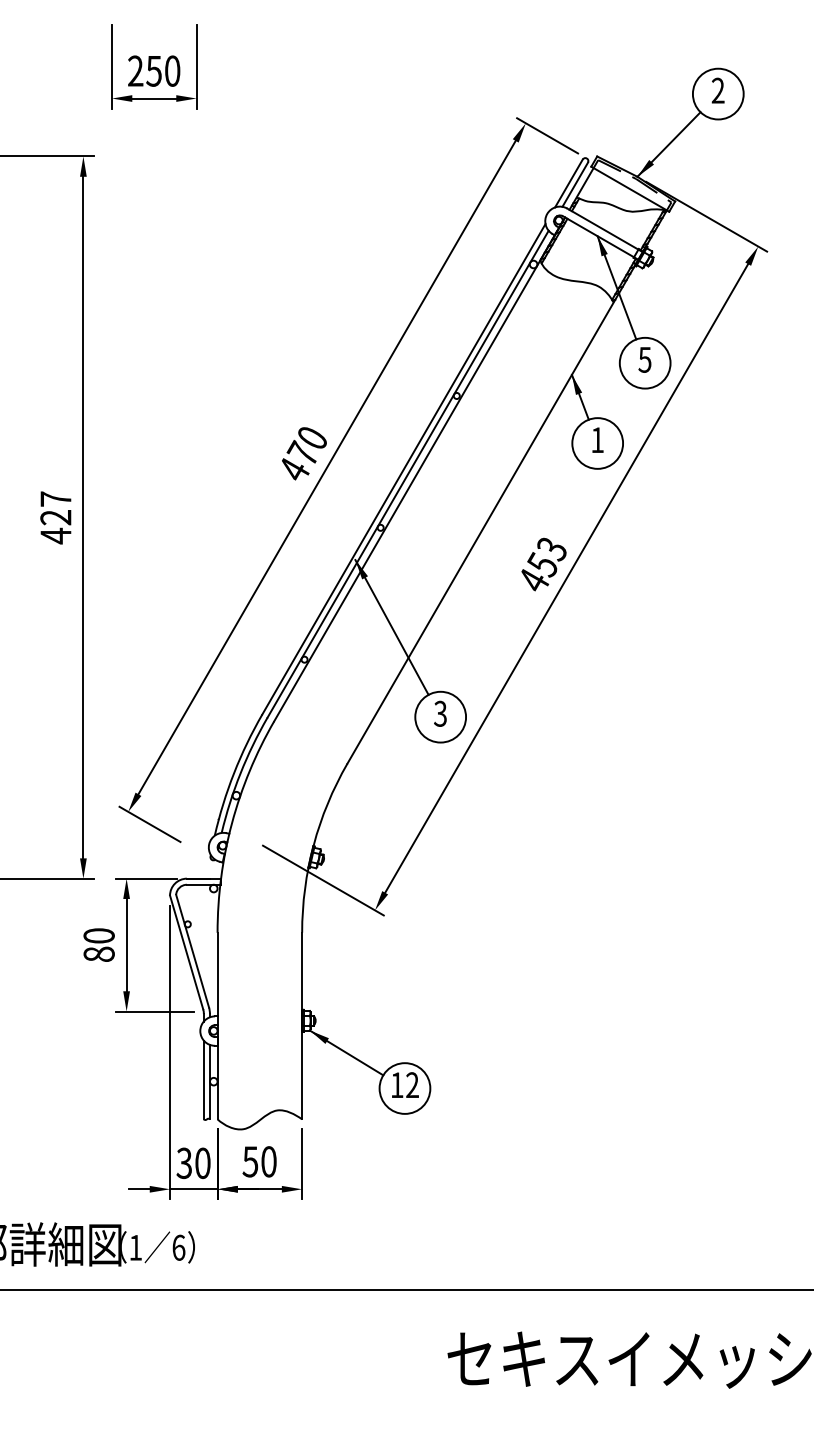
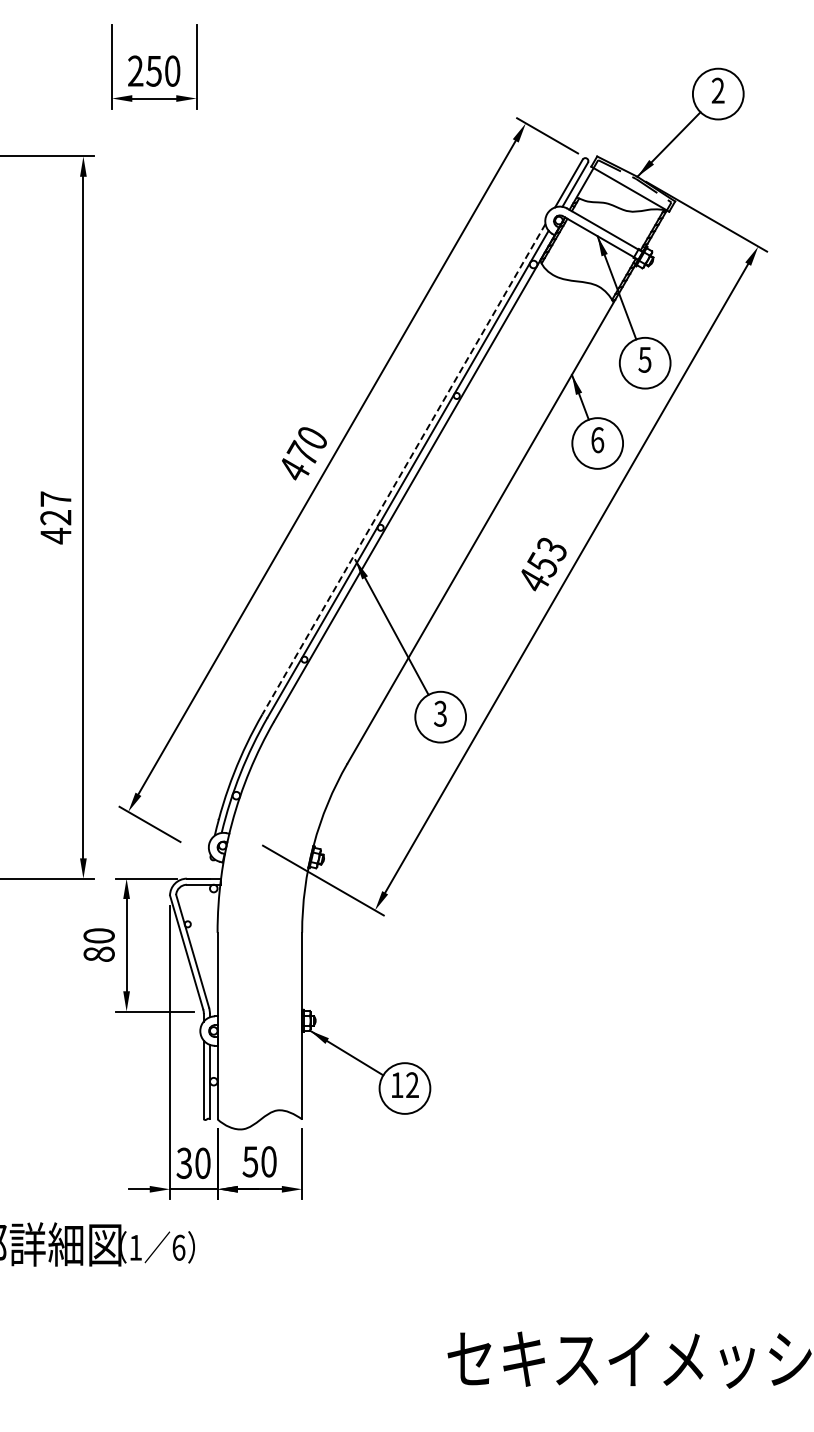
text at (597, 440): 1 -> 6
line at (403, 469): solid -> dashed
line at (406, 1289): present -> none
